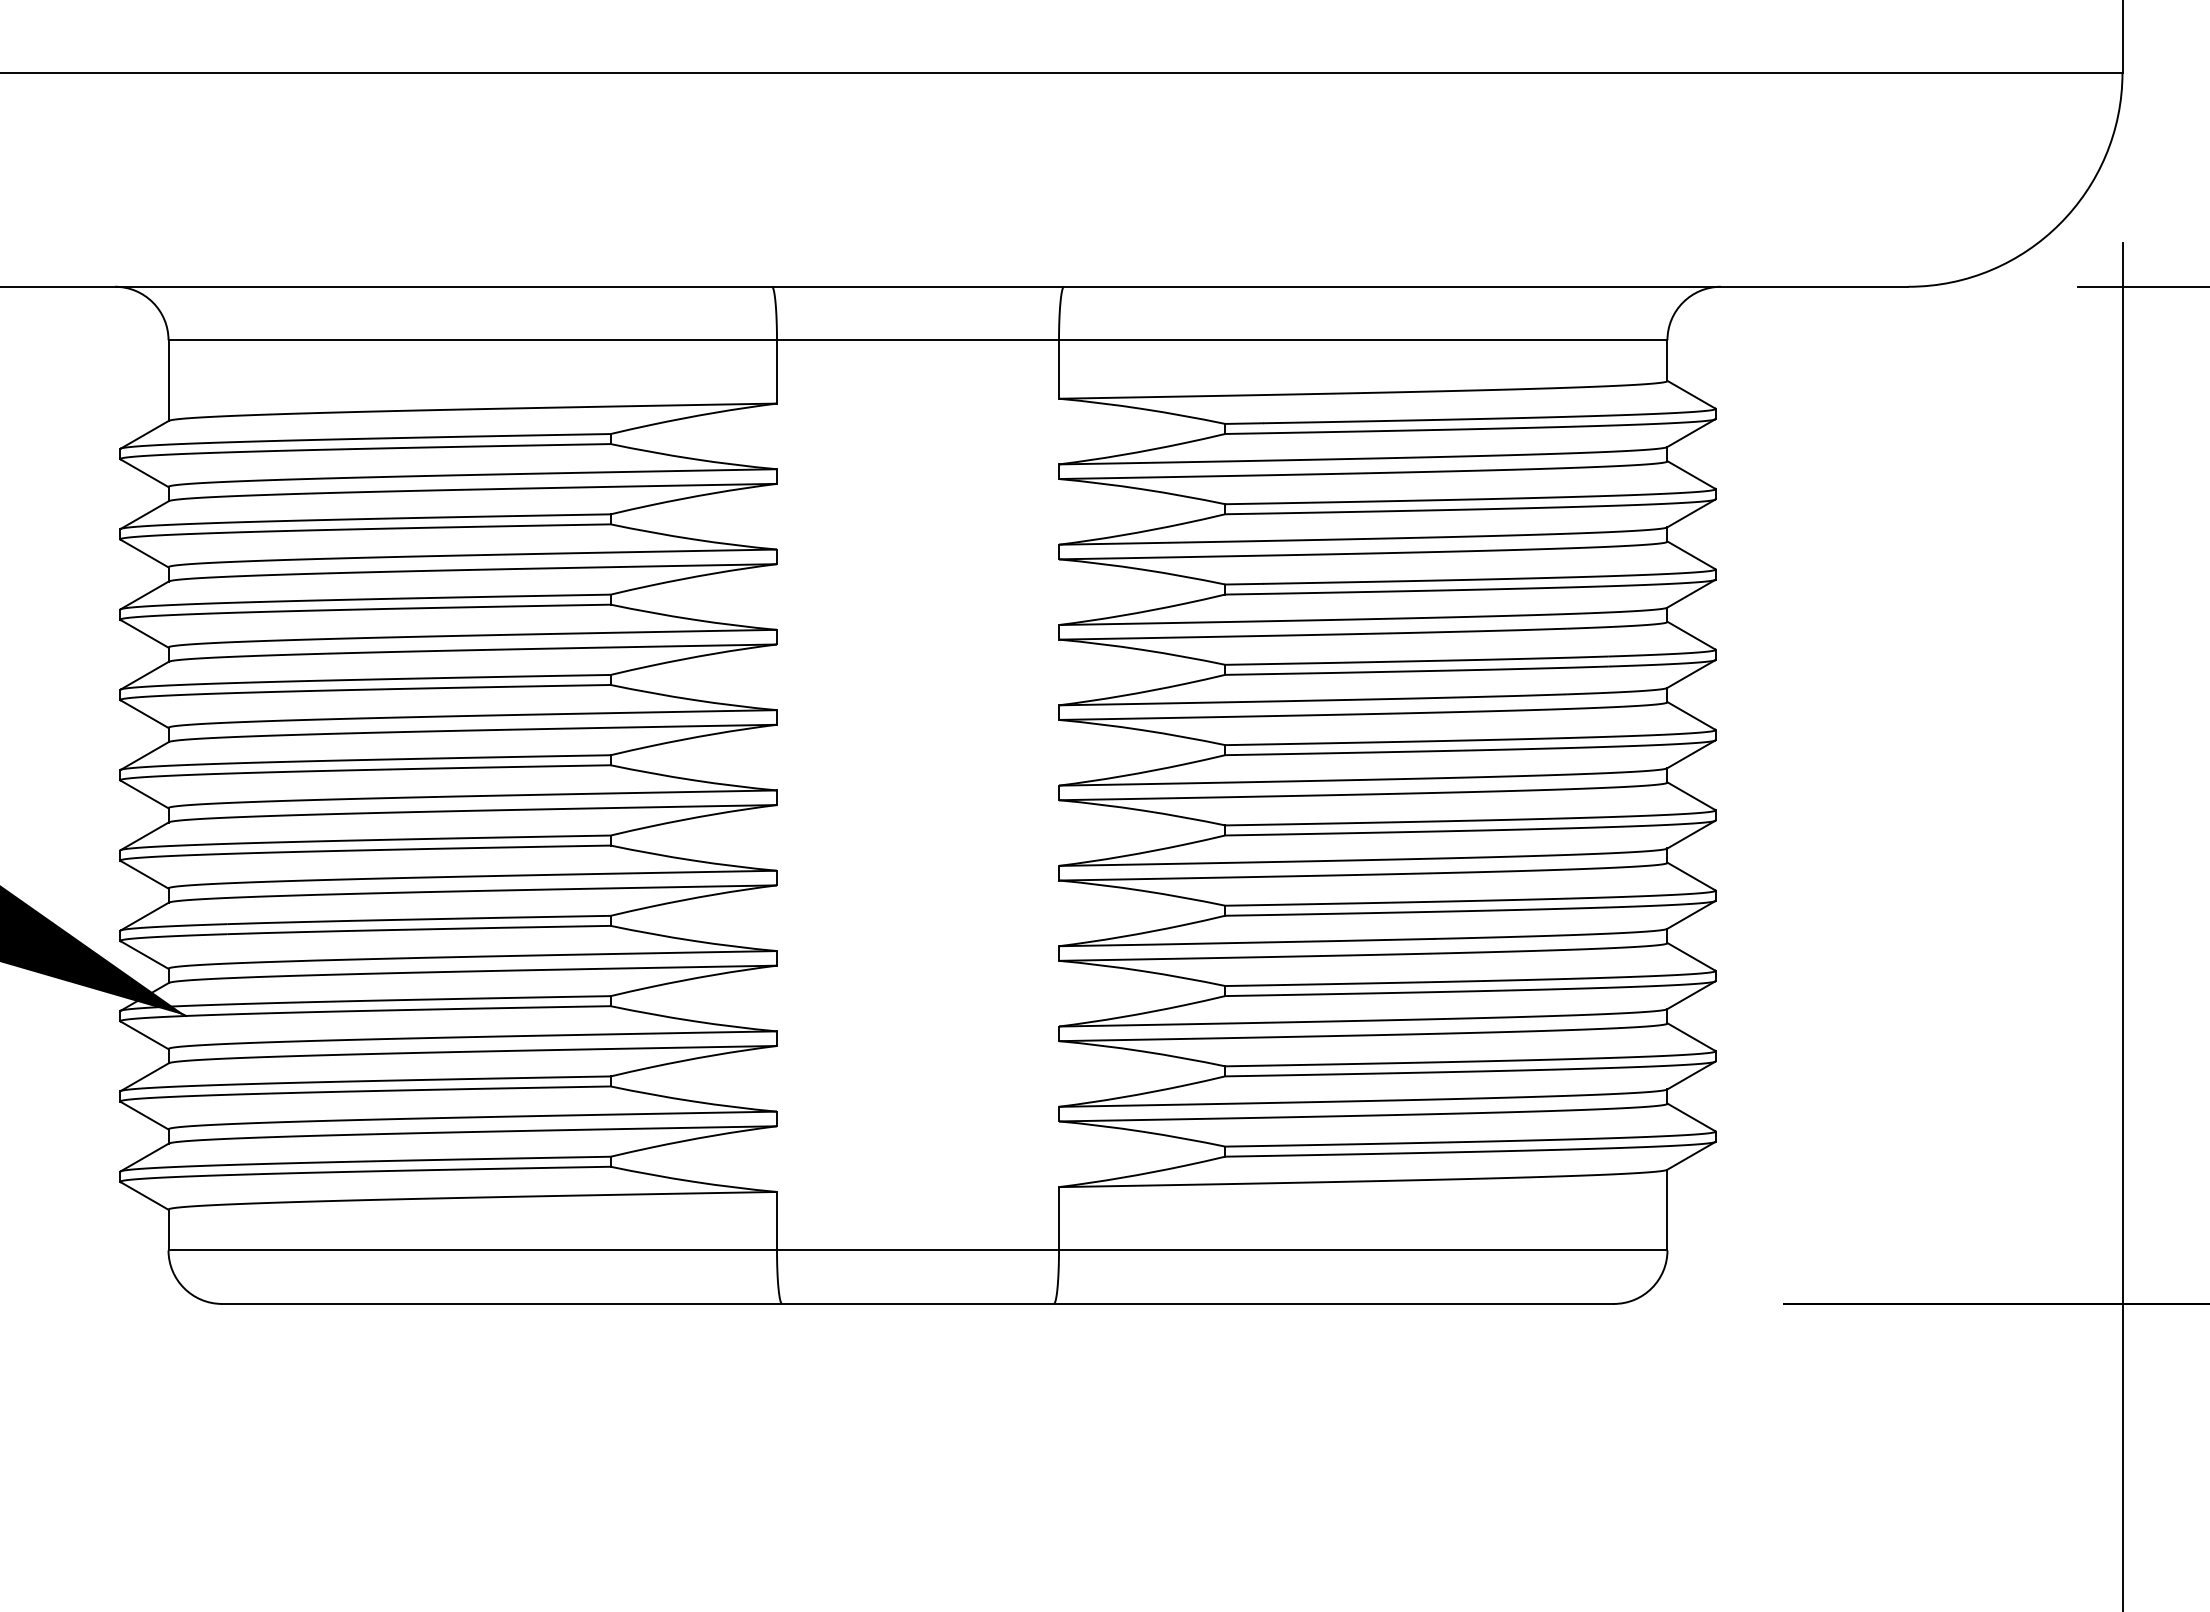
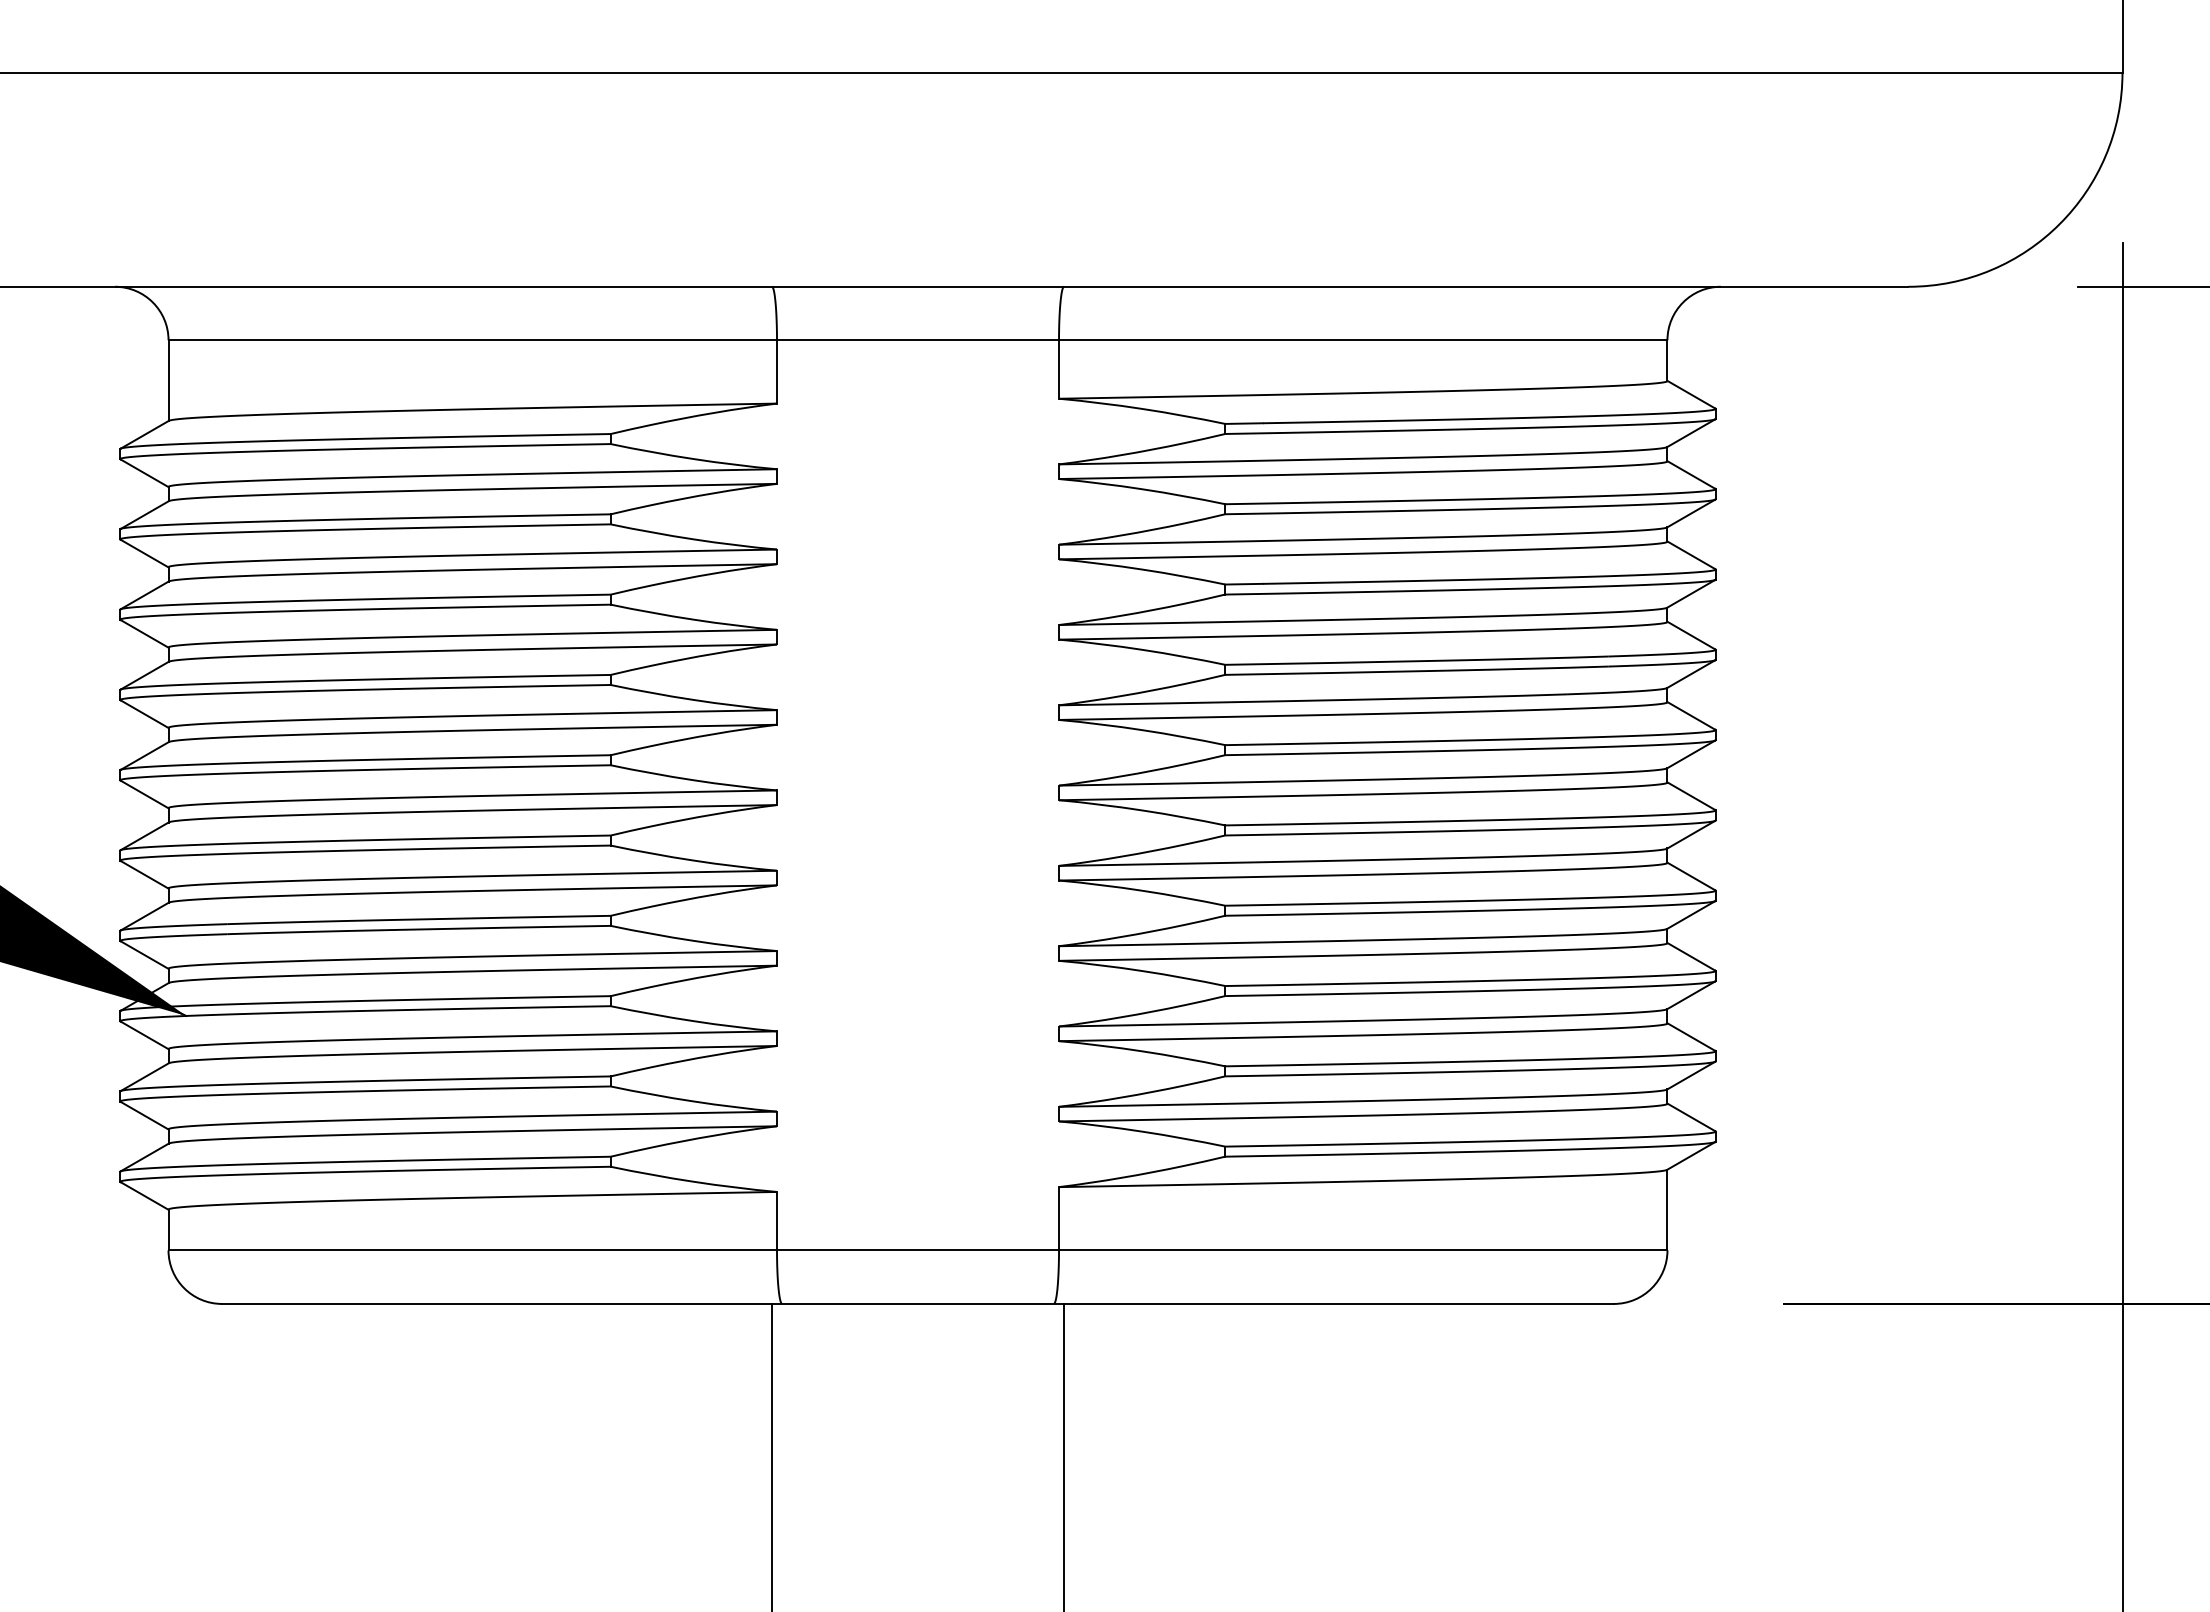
line at (771, 1455): none -> present
line at (1064, 1455): none -> present
